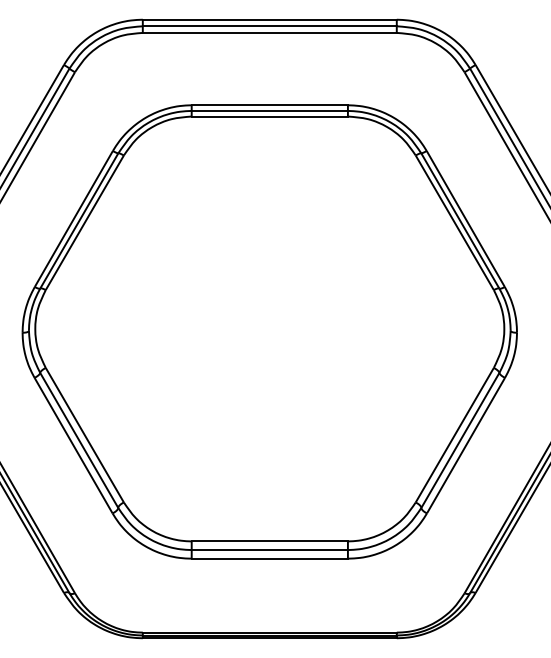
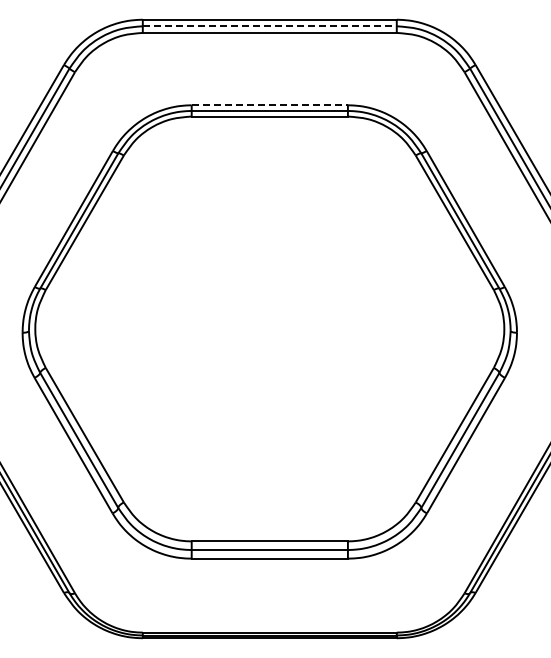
line at (269, 26): solid -> dashed
line at (270, 105): solid -> dashed
